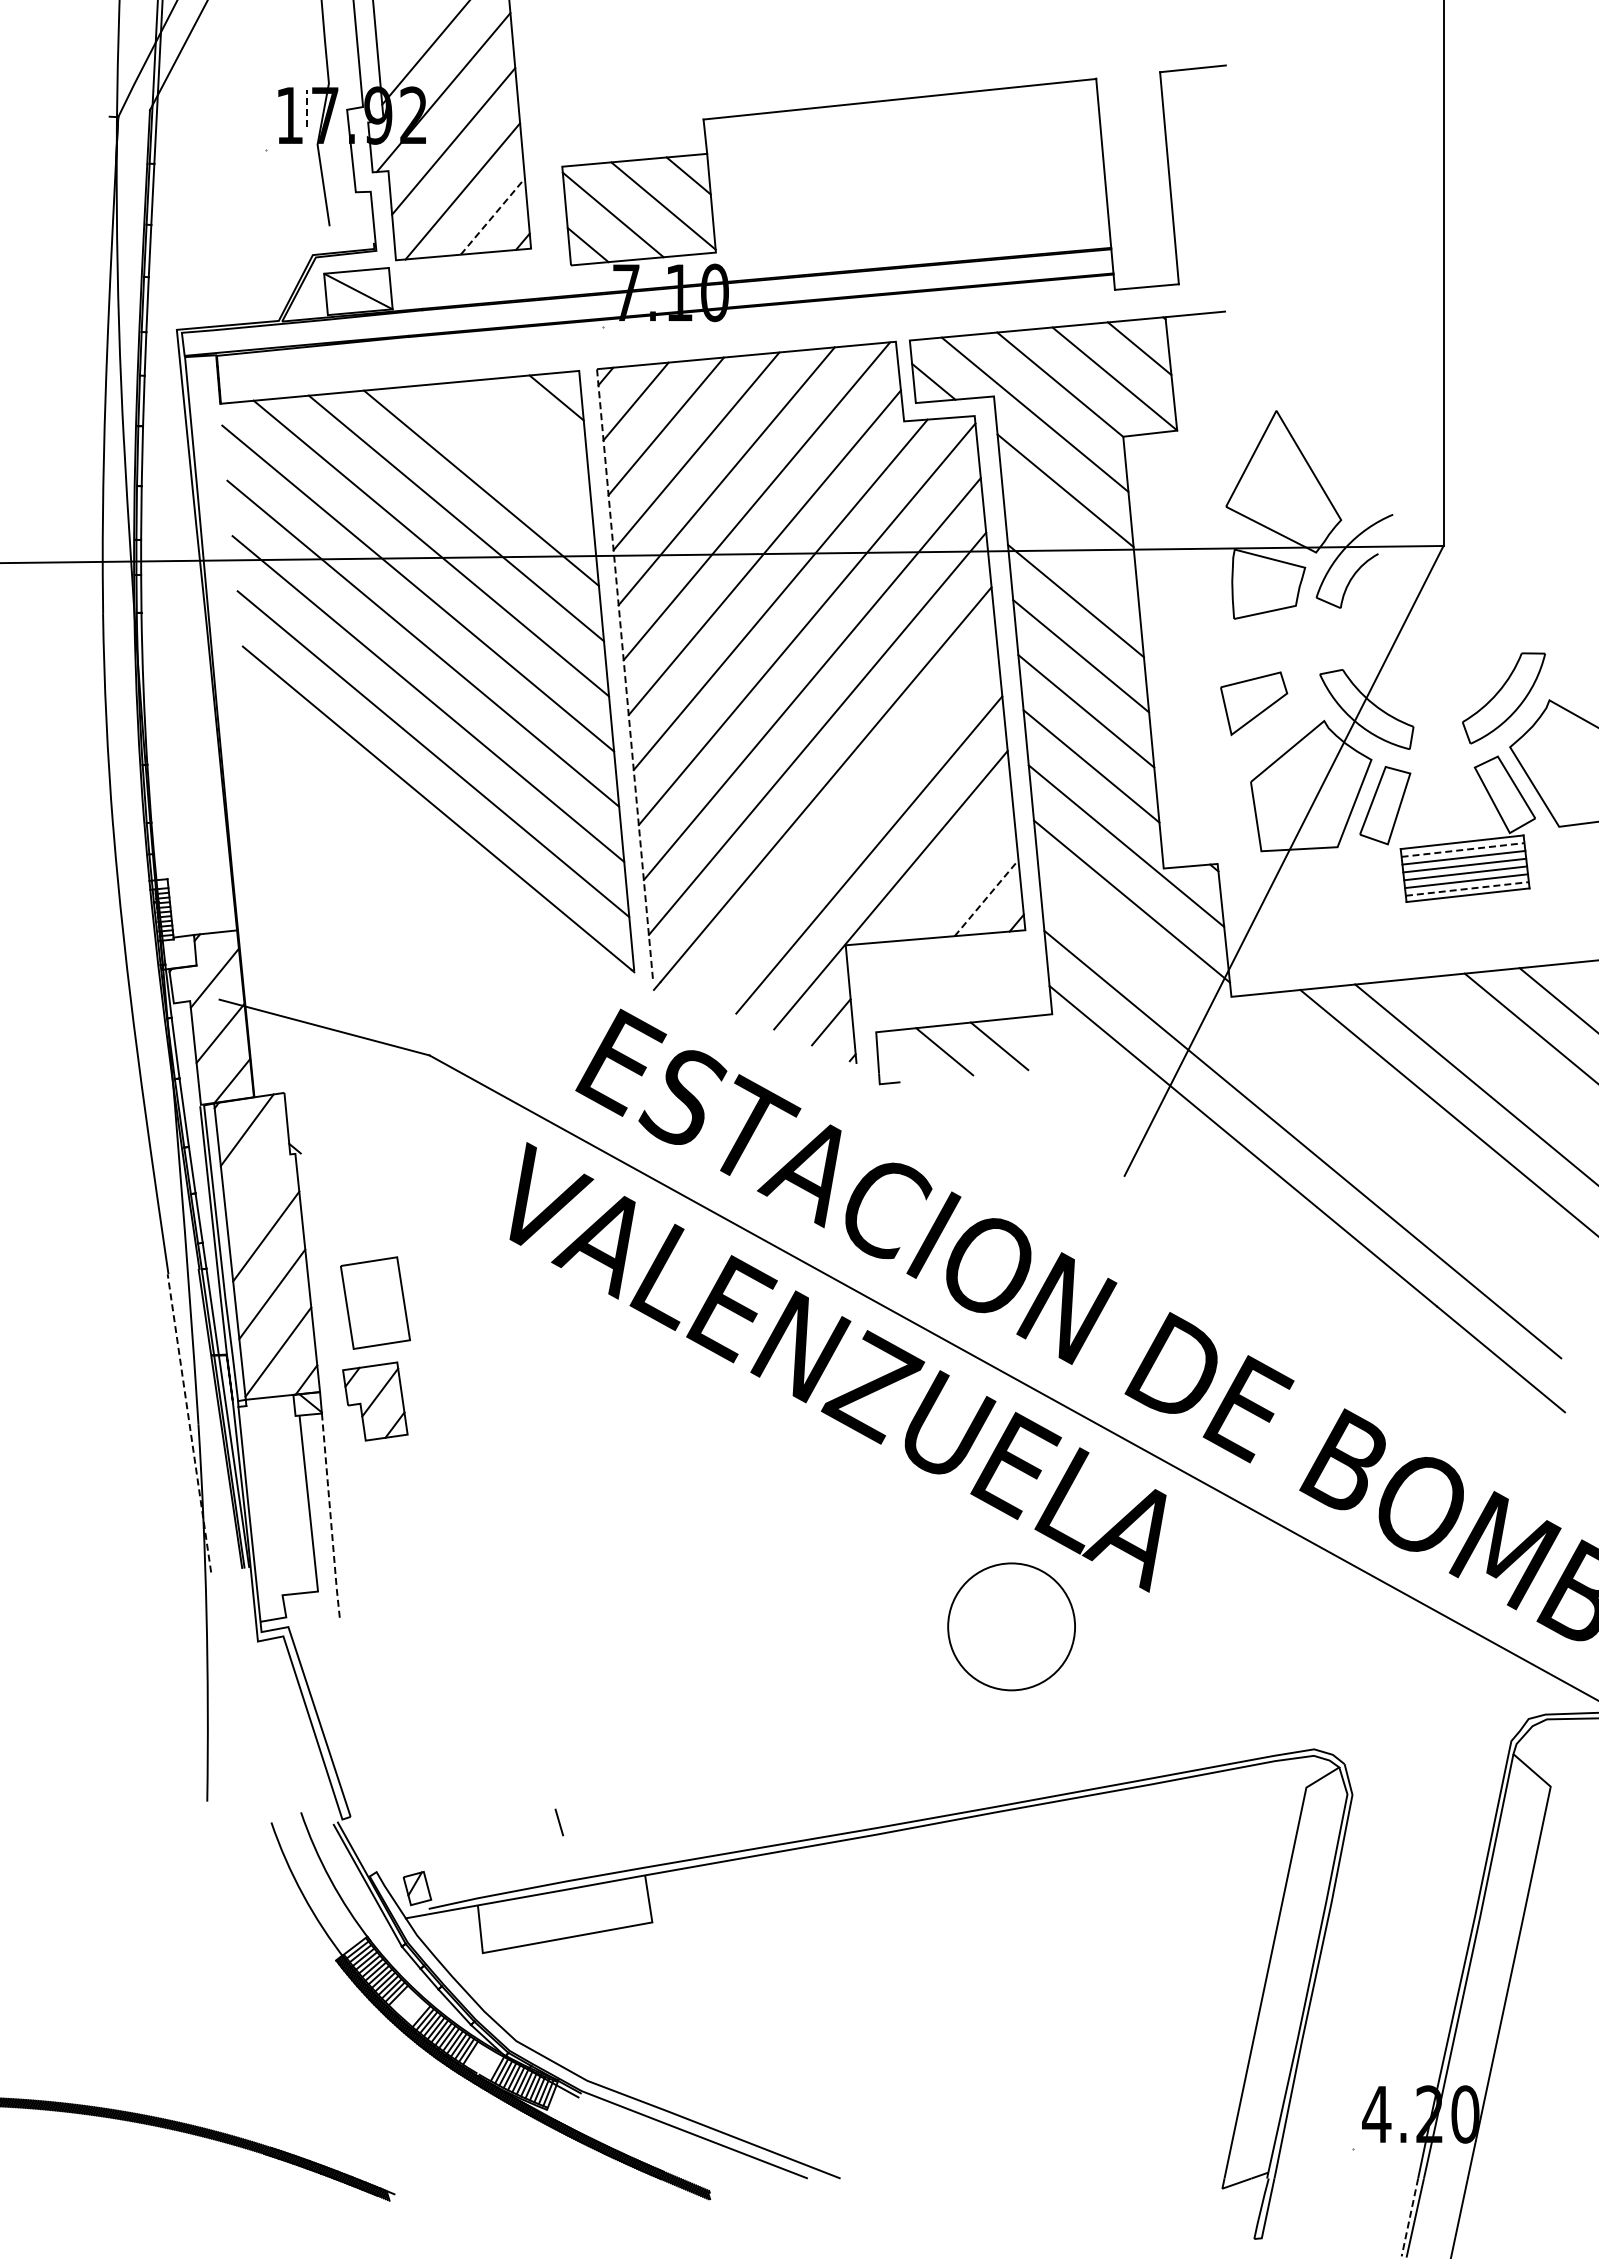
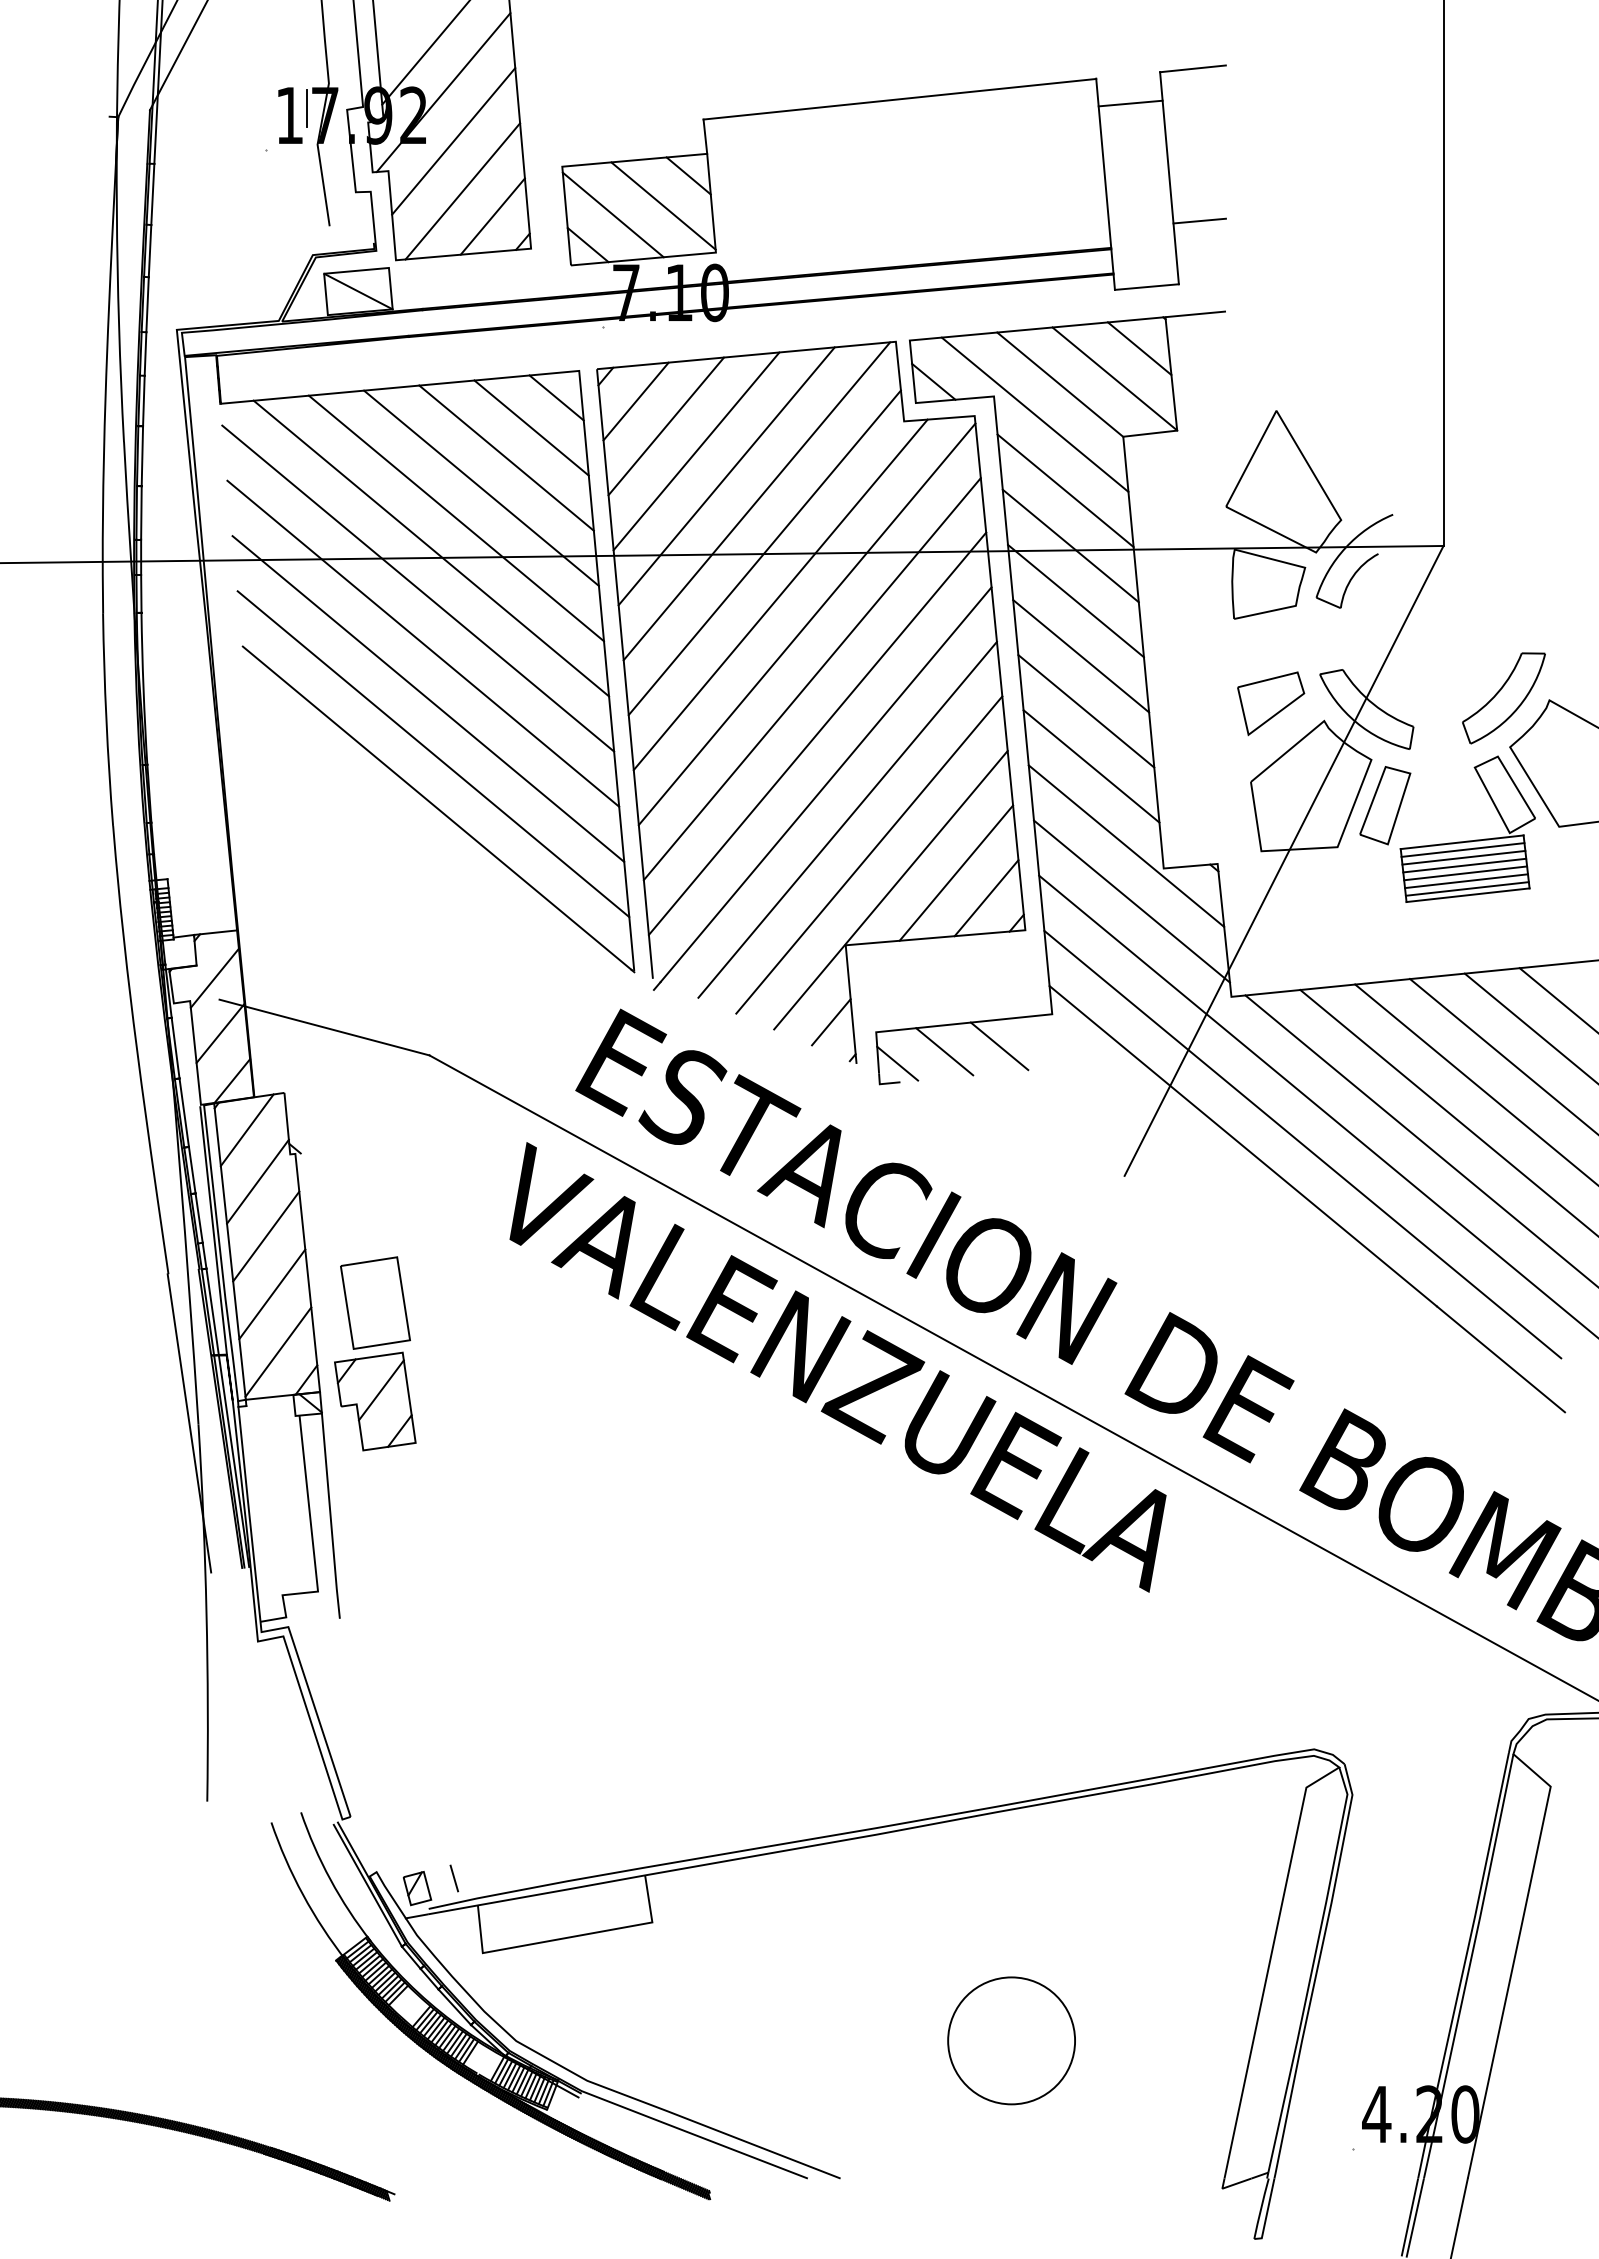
line at (1130, 103): none -> present
line at (306, 107): dashed -> solid
line at (492, 216): dashed -> solid
line at (1199, 220): none -> present
line at (531, 427): none -> present
line at (506, 457): none -> present
line at (1070, 545): none -> present
line at (624, 673): dashed -> solid
part at (1254, 703) position: (1254, 703) -> (1271, 703)
line at (847, 819): none -> present
line at (1462, 850): dashed -> solid
line at (956, 872): none -> present
line at (1467, 888): dashed -> solid
line at (986, 898): dashed -> solid
line at (1502, 1055): none -> present
line at (897, 1063): none -> present
line at (1317, 1105): none -> present
line at (1420, 1140): none -> present
line at (257, 1181): none -> present
part at (375, 1401) size: 67x81 px -> 83x101 px
line at (189, 1423): dashed -> solid
line at (330, 1516): dashed -> solid
circle at (1011, 1626) position: (1011, 1626) -> (1011, 2040)
line at (559, 1822) position: (559, 1822) -> (454, 1878)
line at (1409, 2217): dashed -> solid
